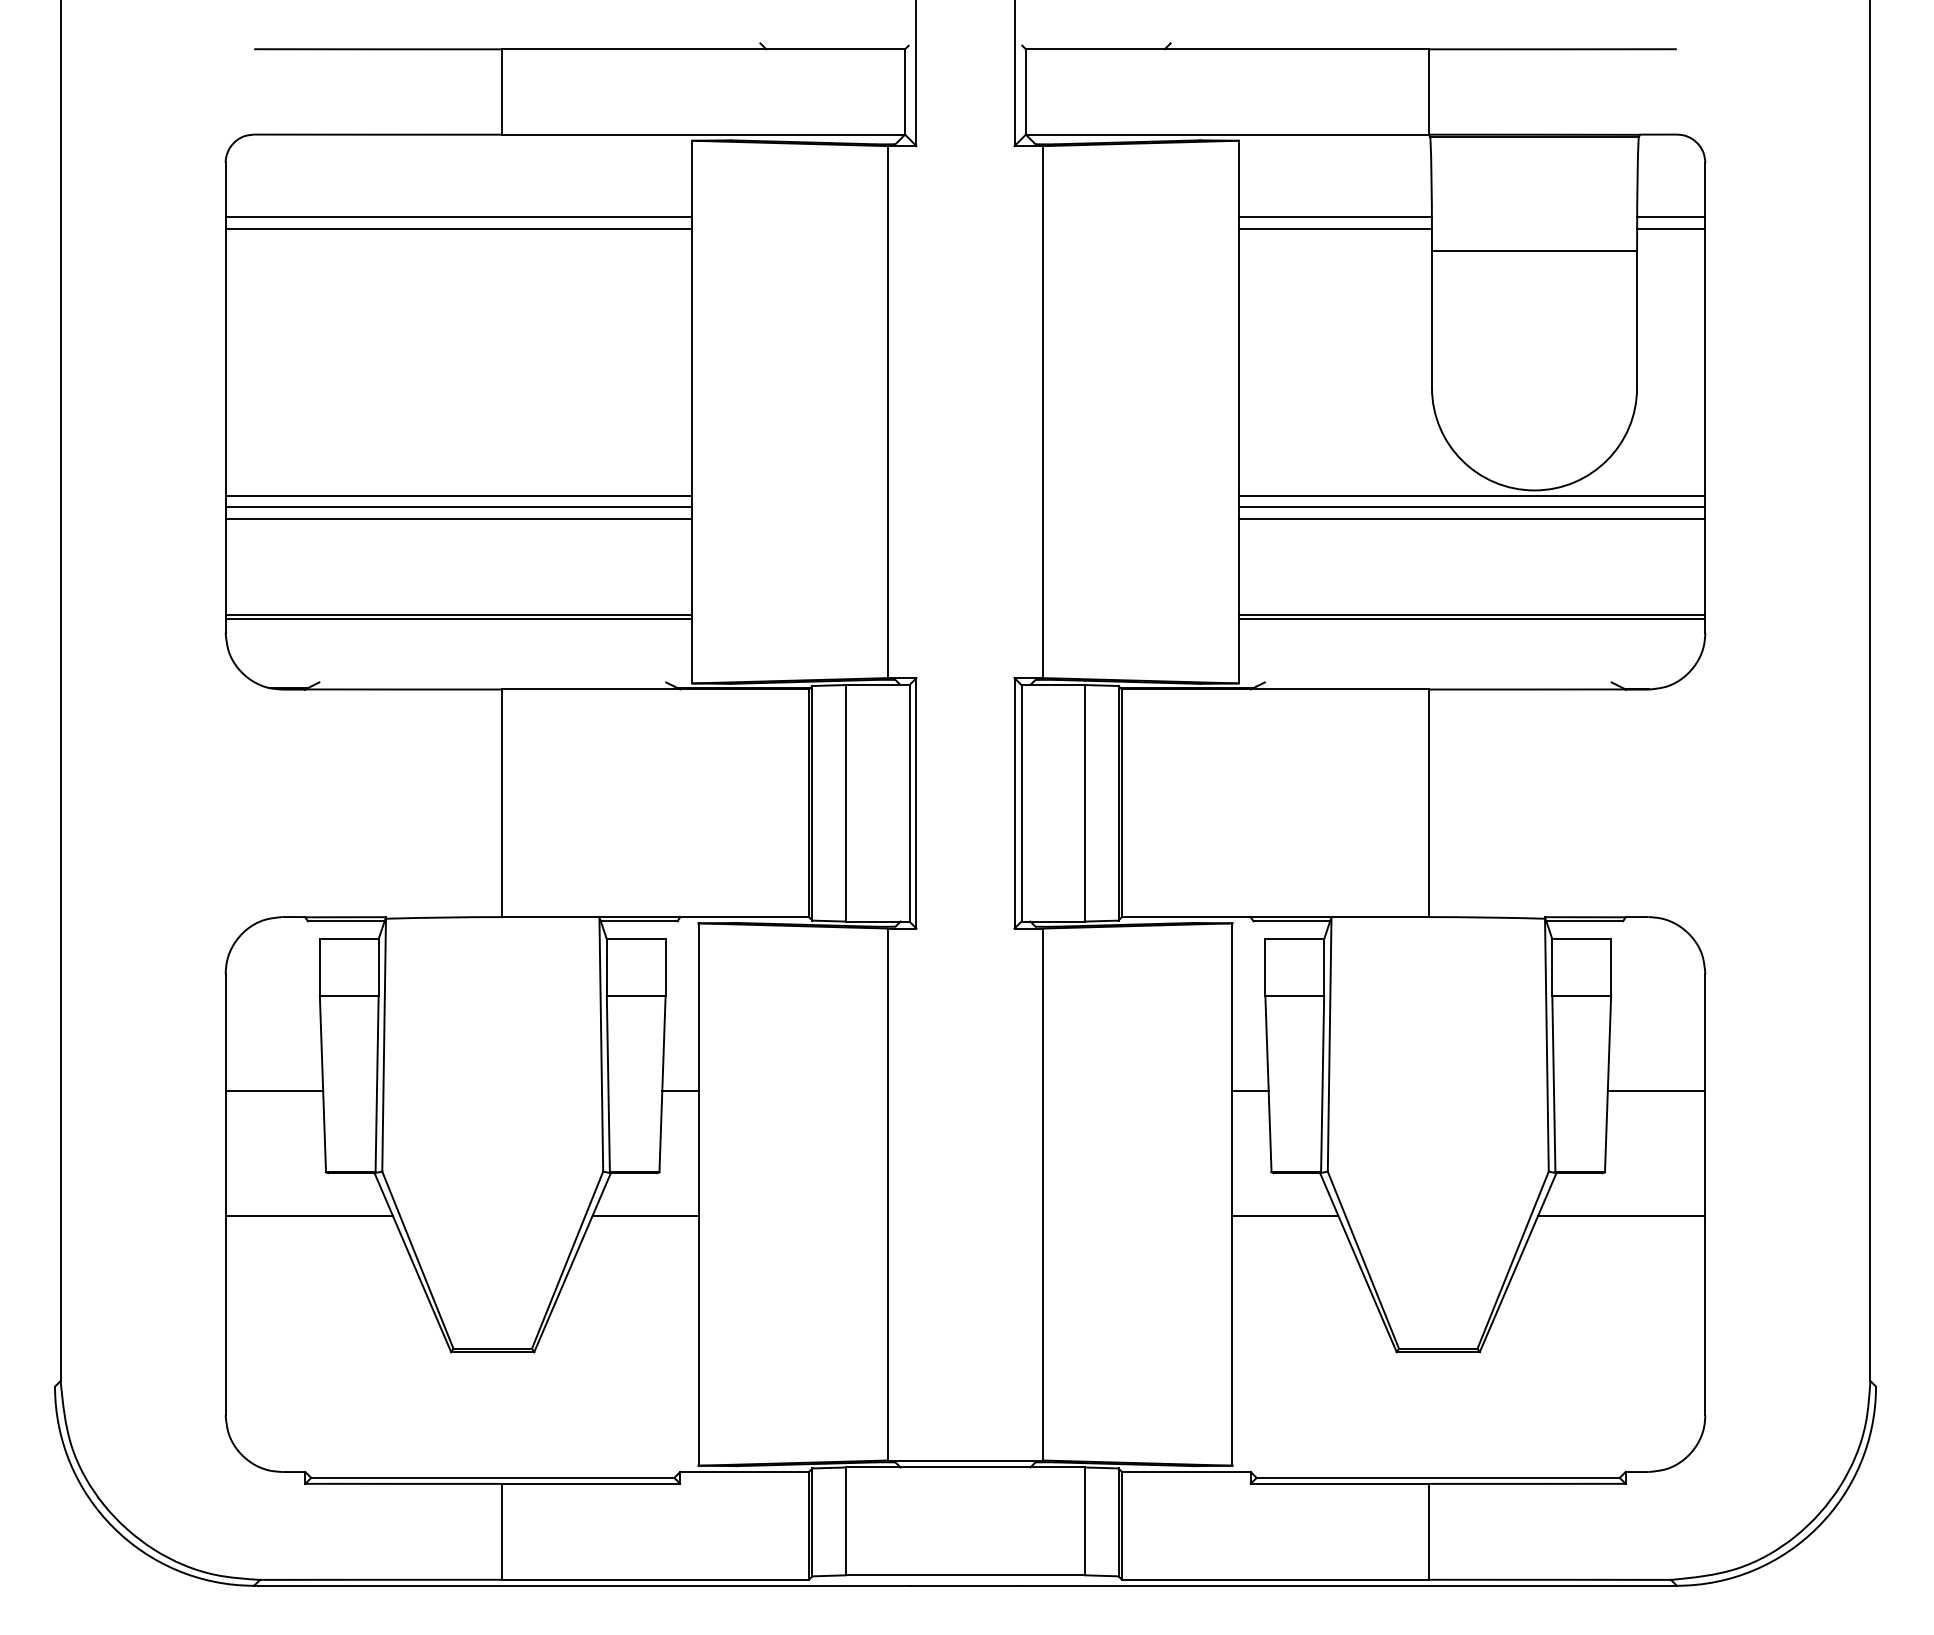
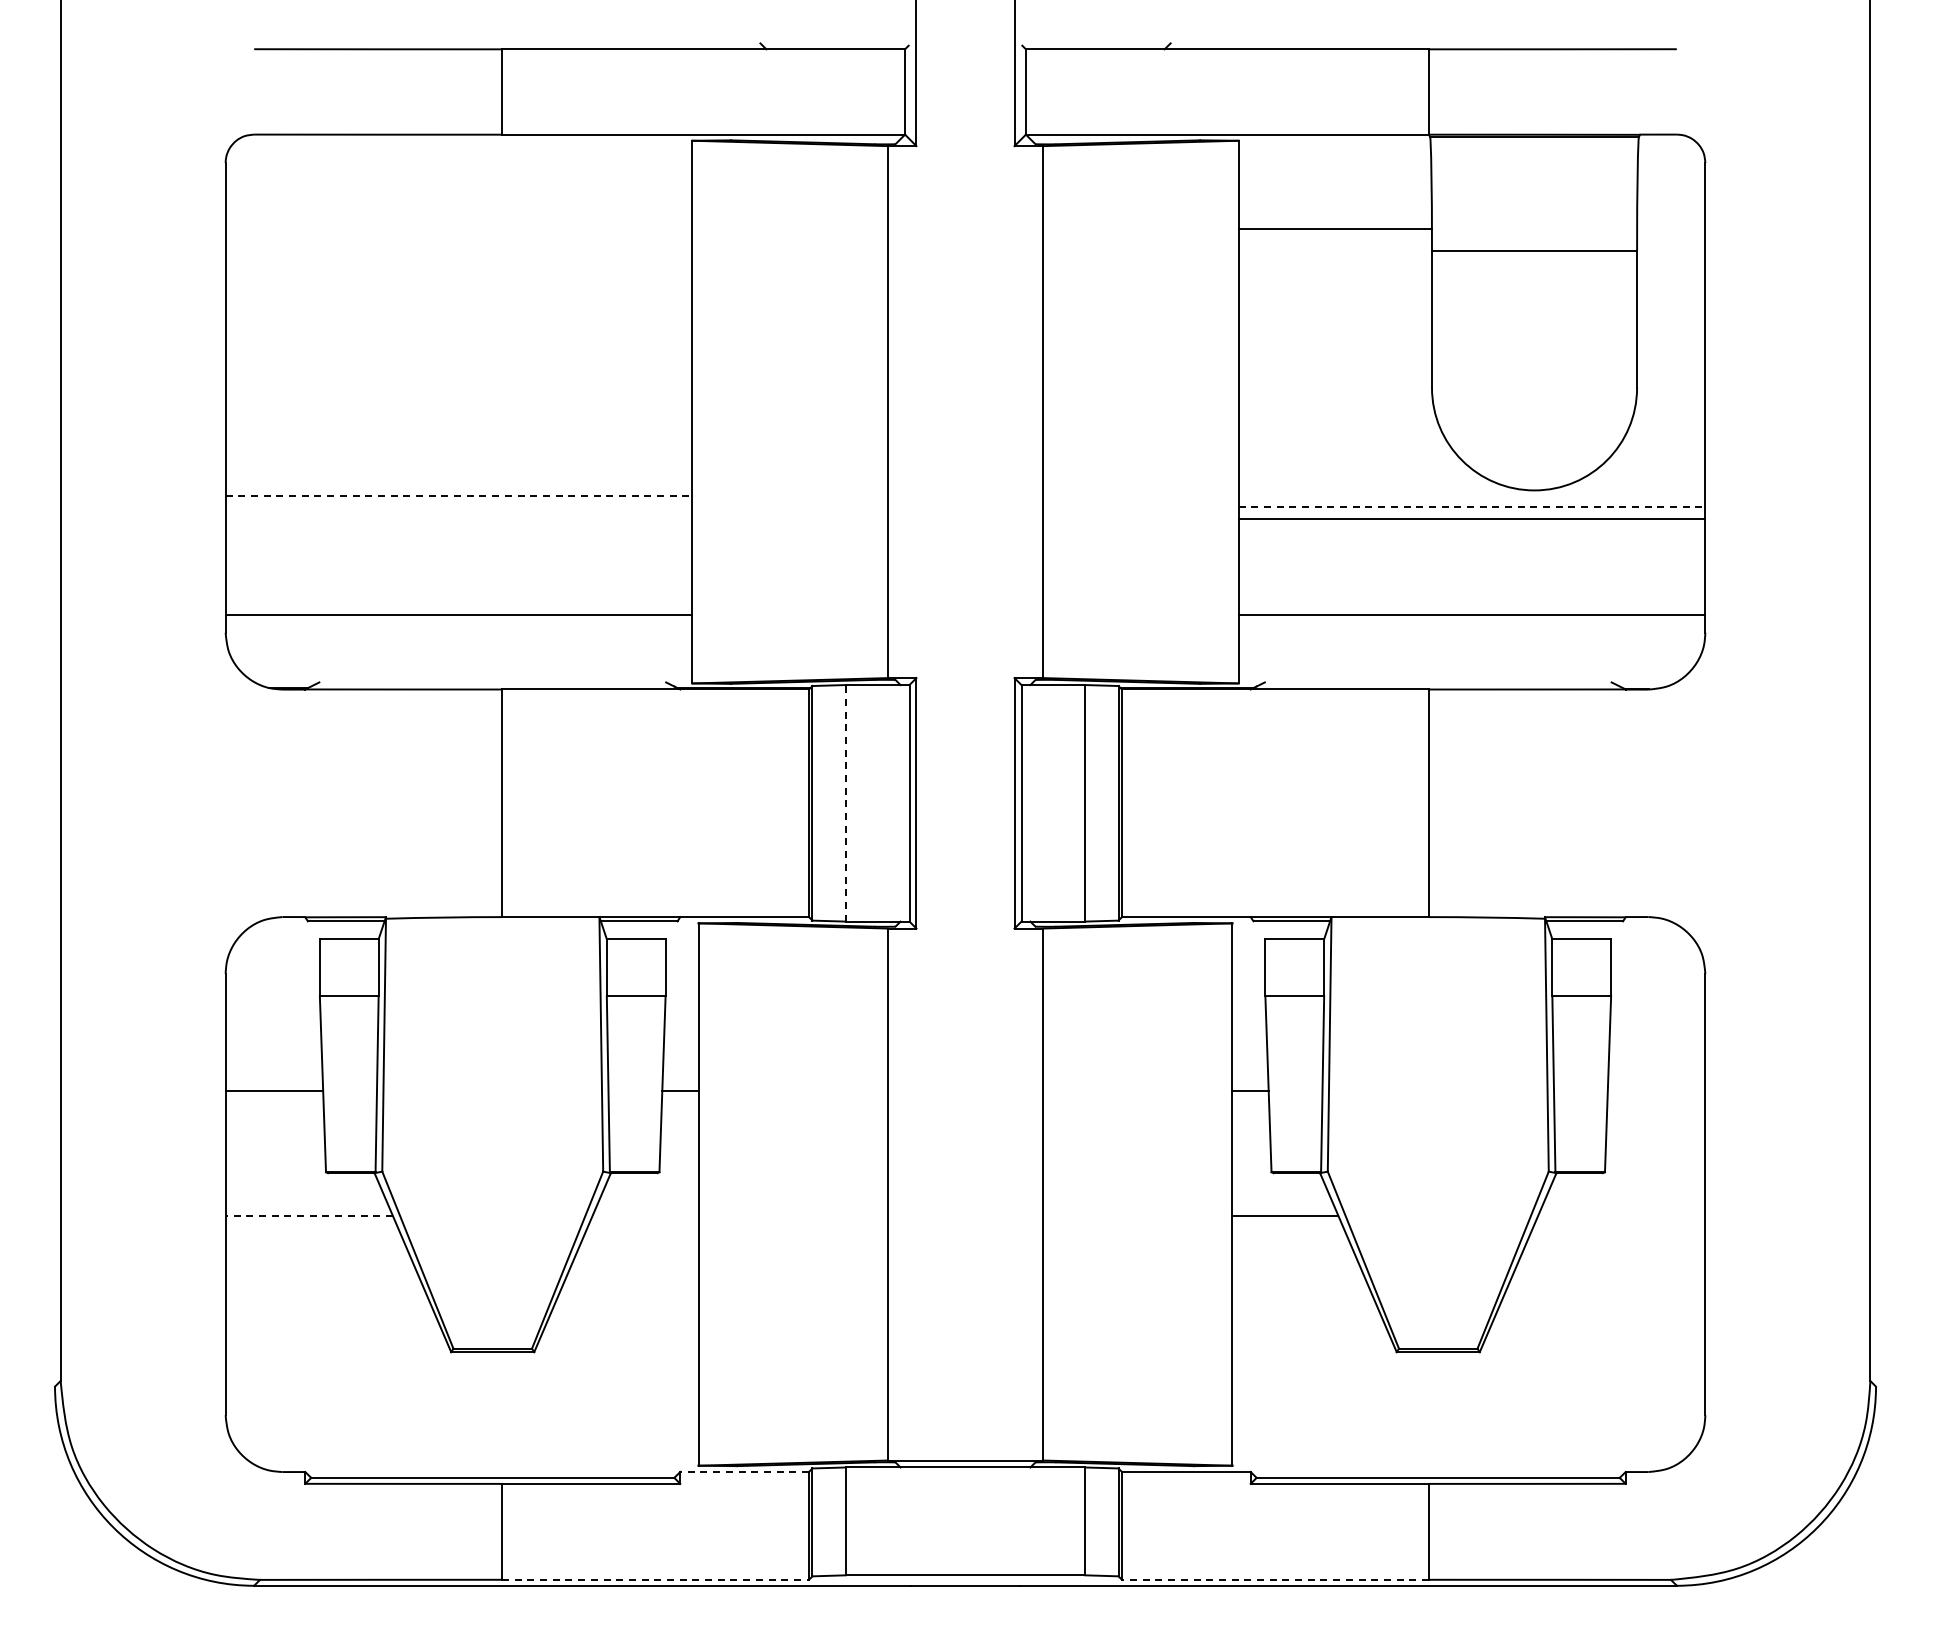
line at (458, 217): present -> none
line at (1334, 217): present -> none
line at (1671, 217): present -> none
line at (458, 228): present -> none
line at (1671, 228): present -> none
line at (459, 496): solid -> dashed
line at (1471, 496): present -> none
line at (458, 507): present -> none
line at (1472, 507): solid -> dashed
line at (458, 518): present -> none
line at (458, 618): present -> none
line at (1471, 618): present -> none
line at (846, 802): solid -> dashed
line at (1656, 1090): present -> none
line at (309, 1215): solid -> dashed
line at (645, 1215): present -> none
line at (1621, 1215): present -> none
line at (744, 1471): solid -> dashed
line at (656, 1579): solid -> dashed
line at (1274, 1579): solid -> dashed
